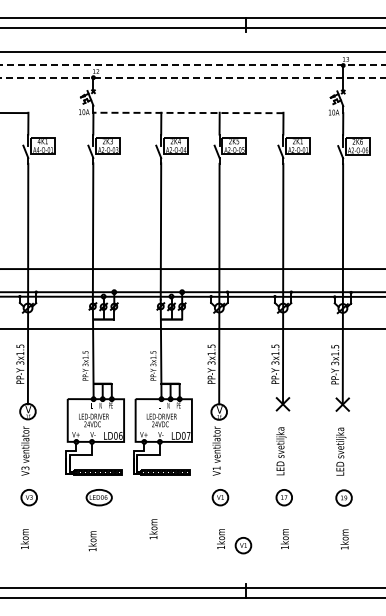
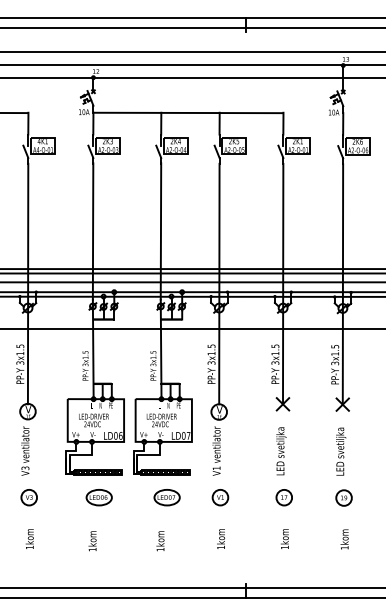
line at (193, 65): dashed -> solid
line at (193, 77): dashed -> solid
line at (187, 112): dashed -> solid
line at (192, 273): none -> present
line at (192, 282): none -> present
part at (166, 497): none -> present
text at (153, 529) position: (153, 529) -> (160, 541)
text at (24, 538) position: (24, 538) -> (29, 538)
part at (243, 545): present -> none
